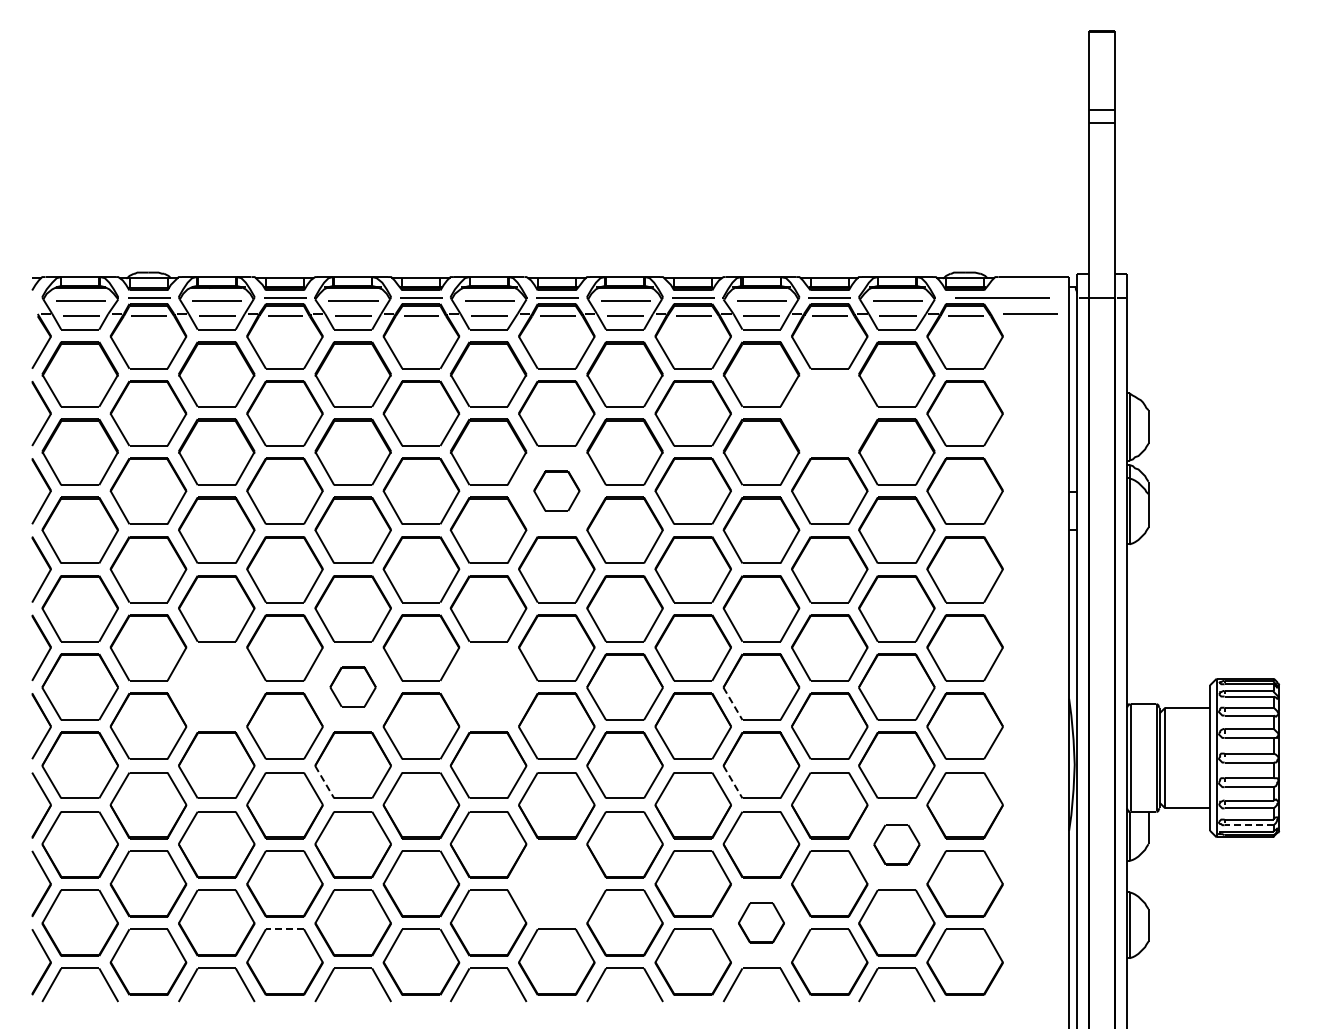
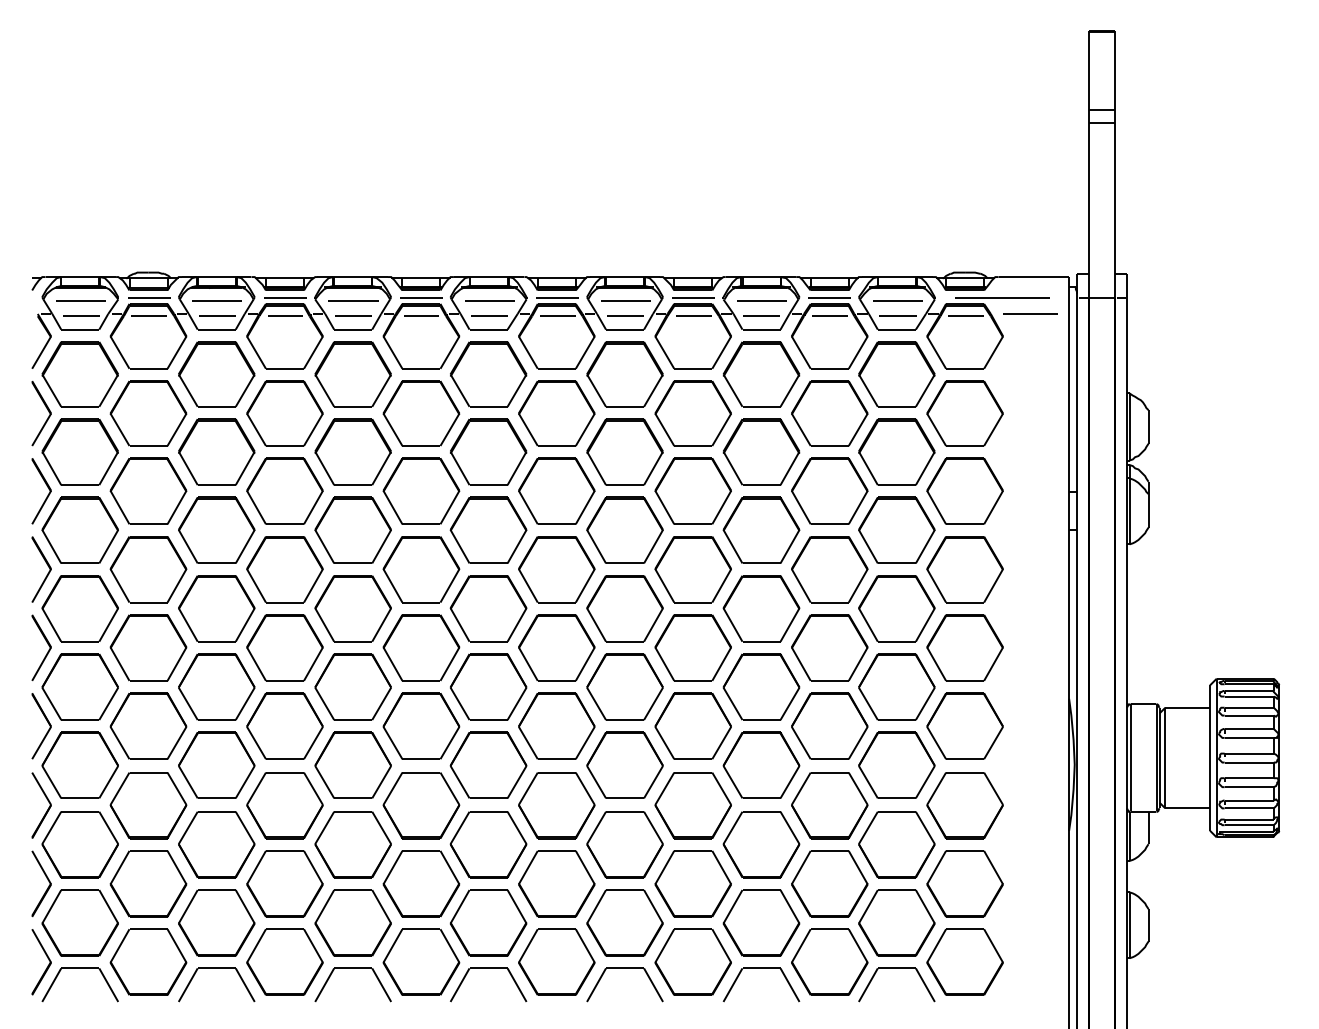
part at (829, 413): none -> present
part at (556, 490) size: 48x42 px -> 78x68 px
part at (216, 686): none -> present
part at (352, 686) size: 48x42 px -> 78x68 px
part at (488, 686): none -> present
line at (732, 703): dashed -> solid
line at (324, 782): dashed -> solid
line at (732, 782): dashed -> solid
line at (1249, 825): dashed -> solid
part at (896, 844) size: 48x42 px -> 78x68 px
part at (556, 883): none -> present
part at (761, 922) size: 47x42 px -> 79x68 px
line at (284, 929): dashed -> solid
